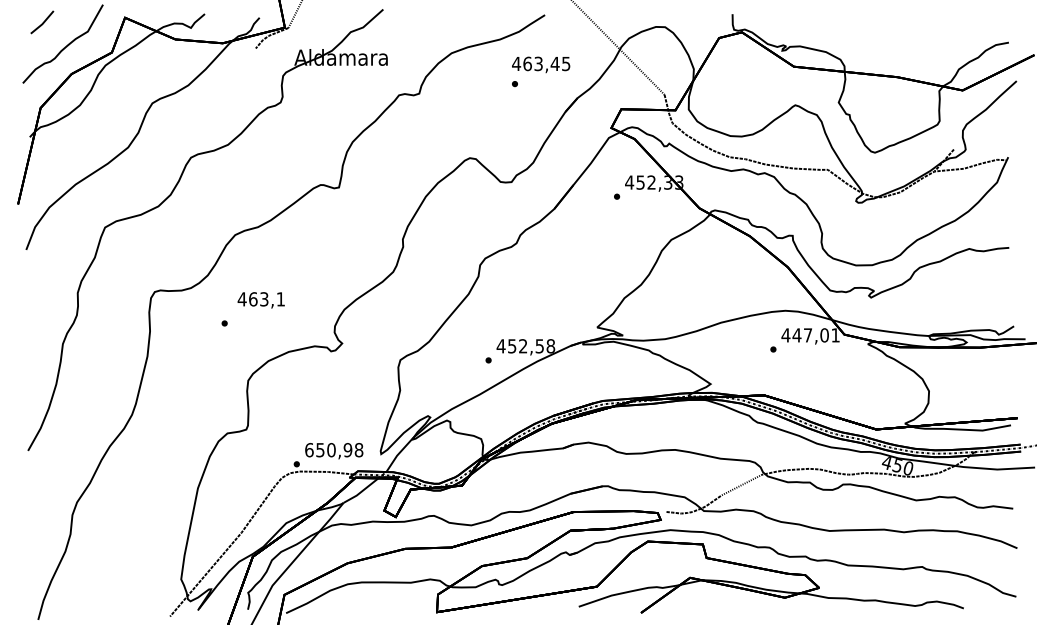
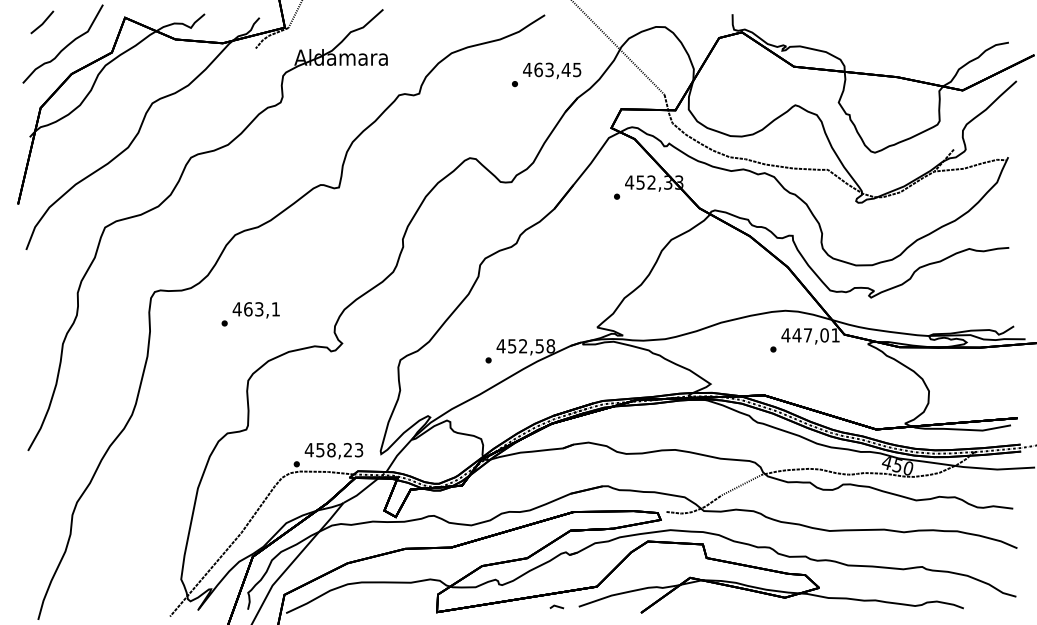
text at (541, 64) position: (541, 64) -> (552, 70)
text at (260, 300) position: (260, 300) -> (255, 310)
text at (333, 450): 650,98 -> 458,23
line at (556, 606): none -> present
